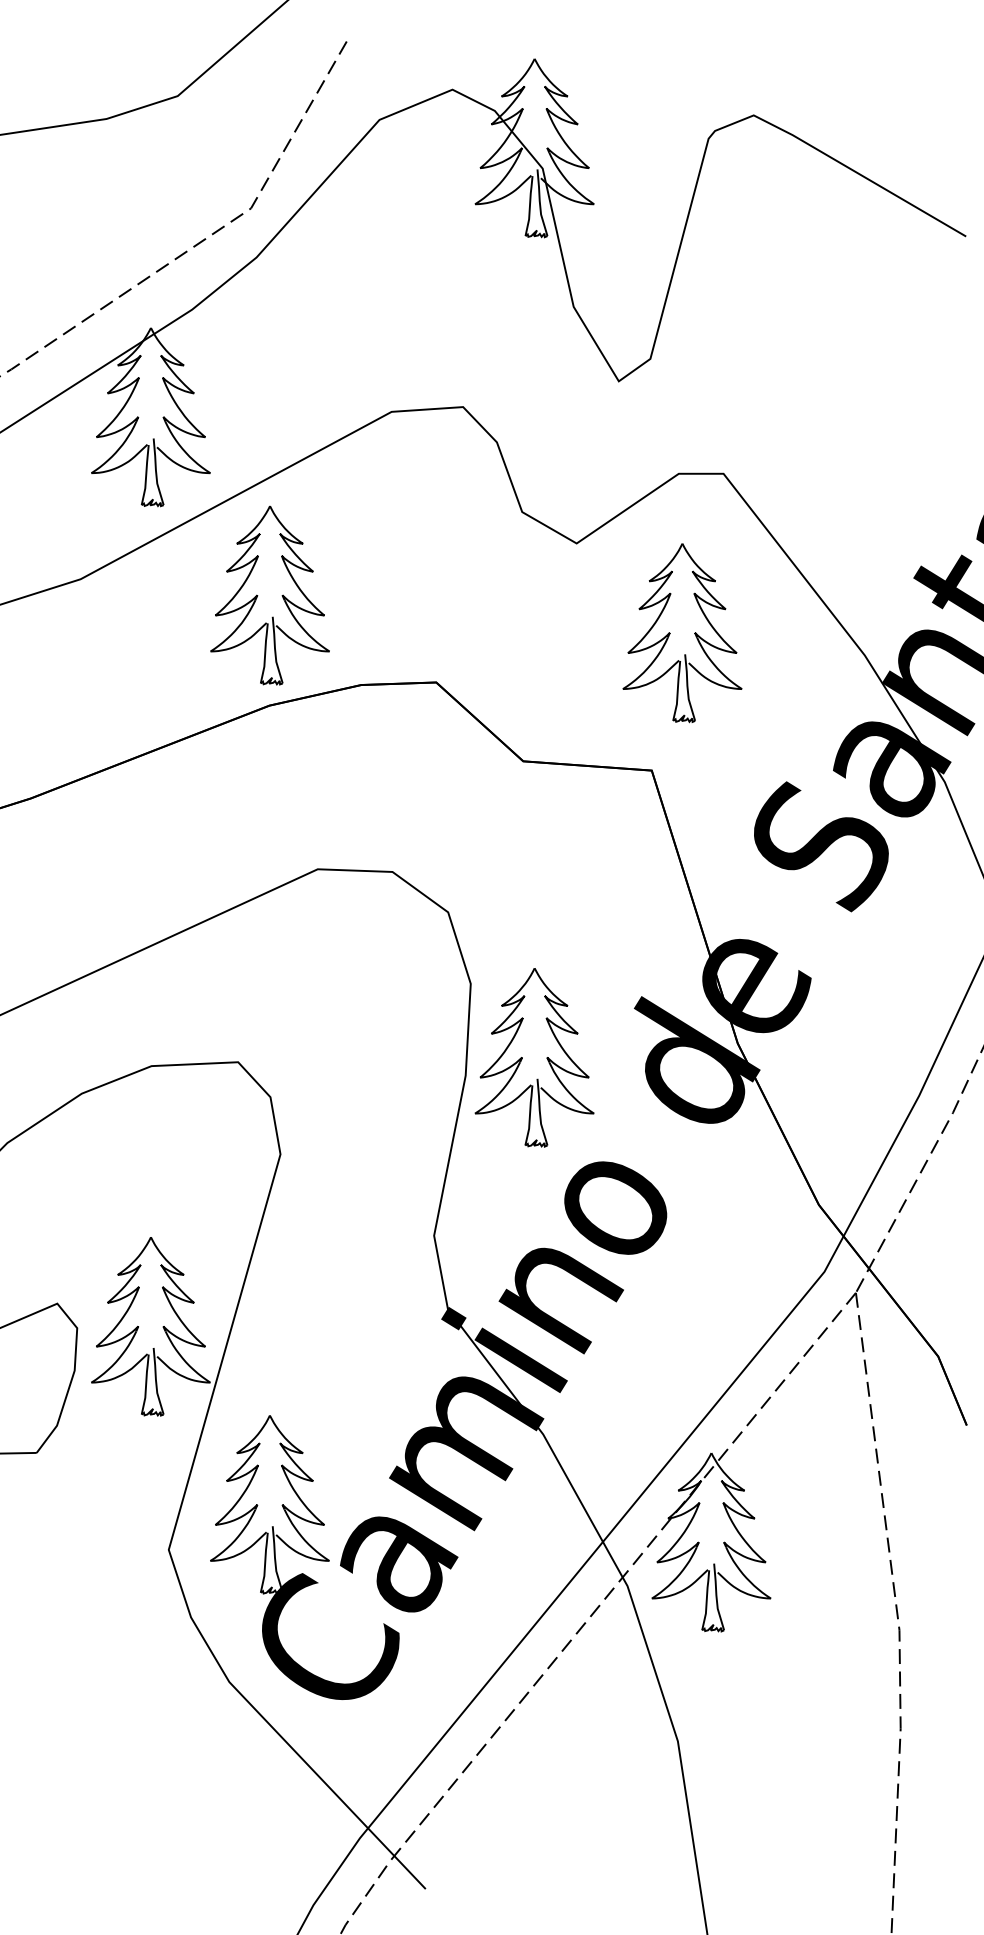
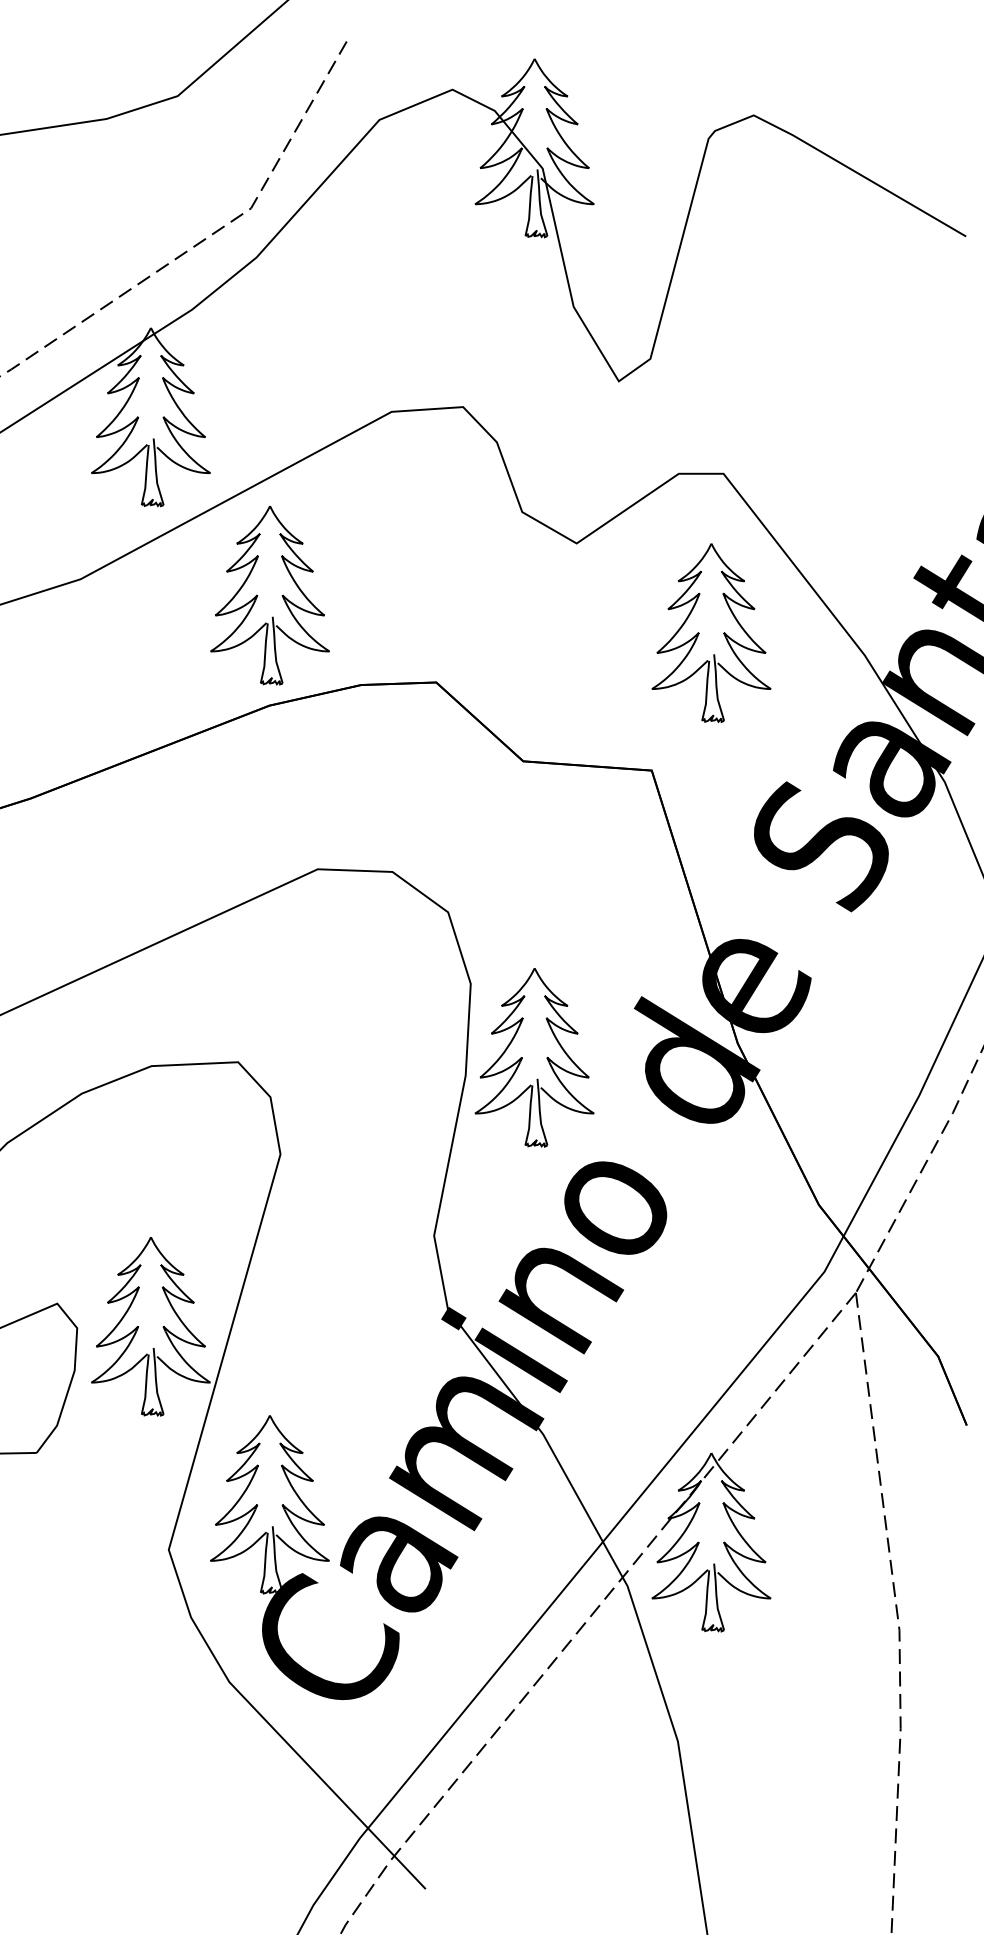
part at (682, 633) position: (682, 633) -> (711, 633)
